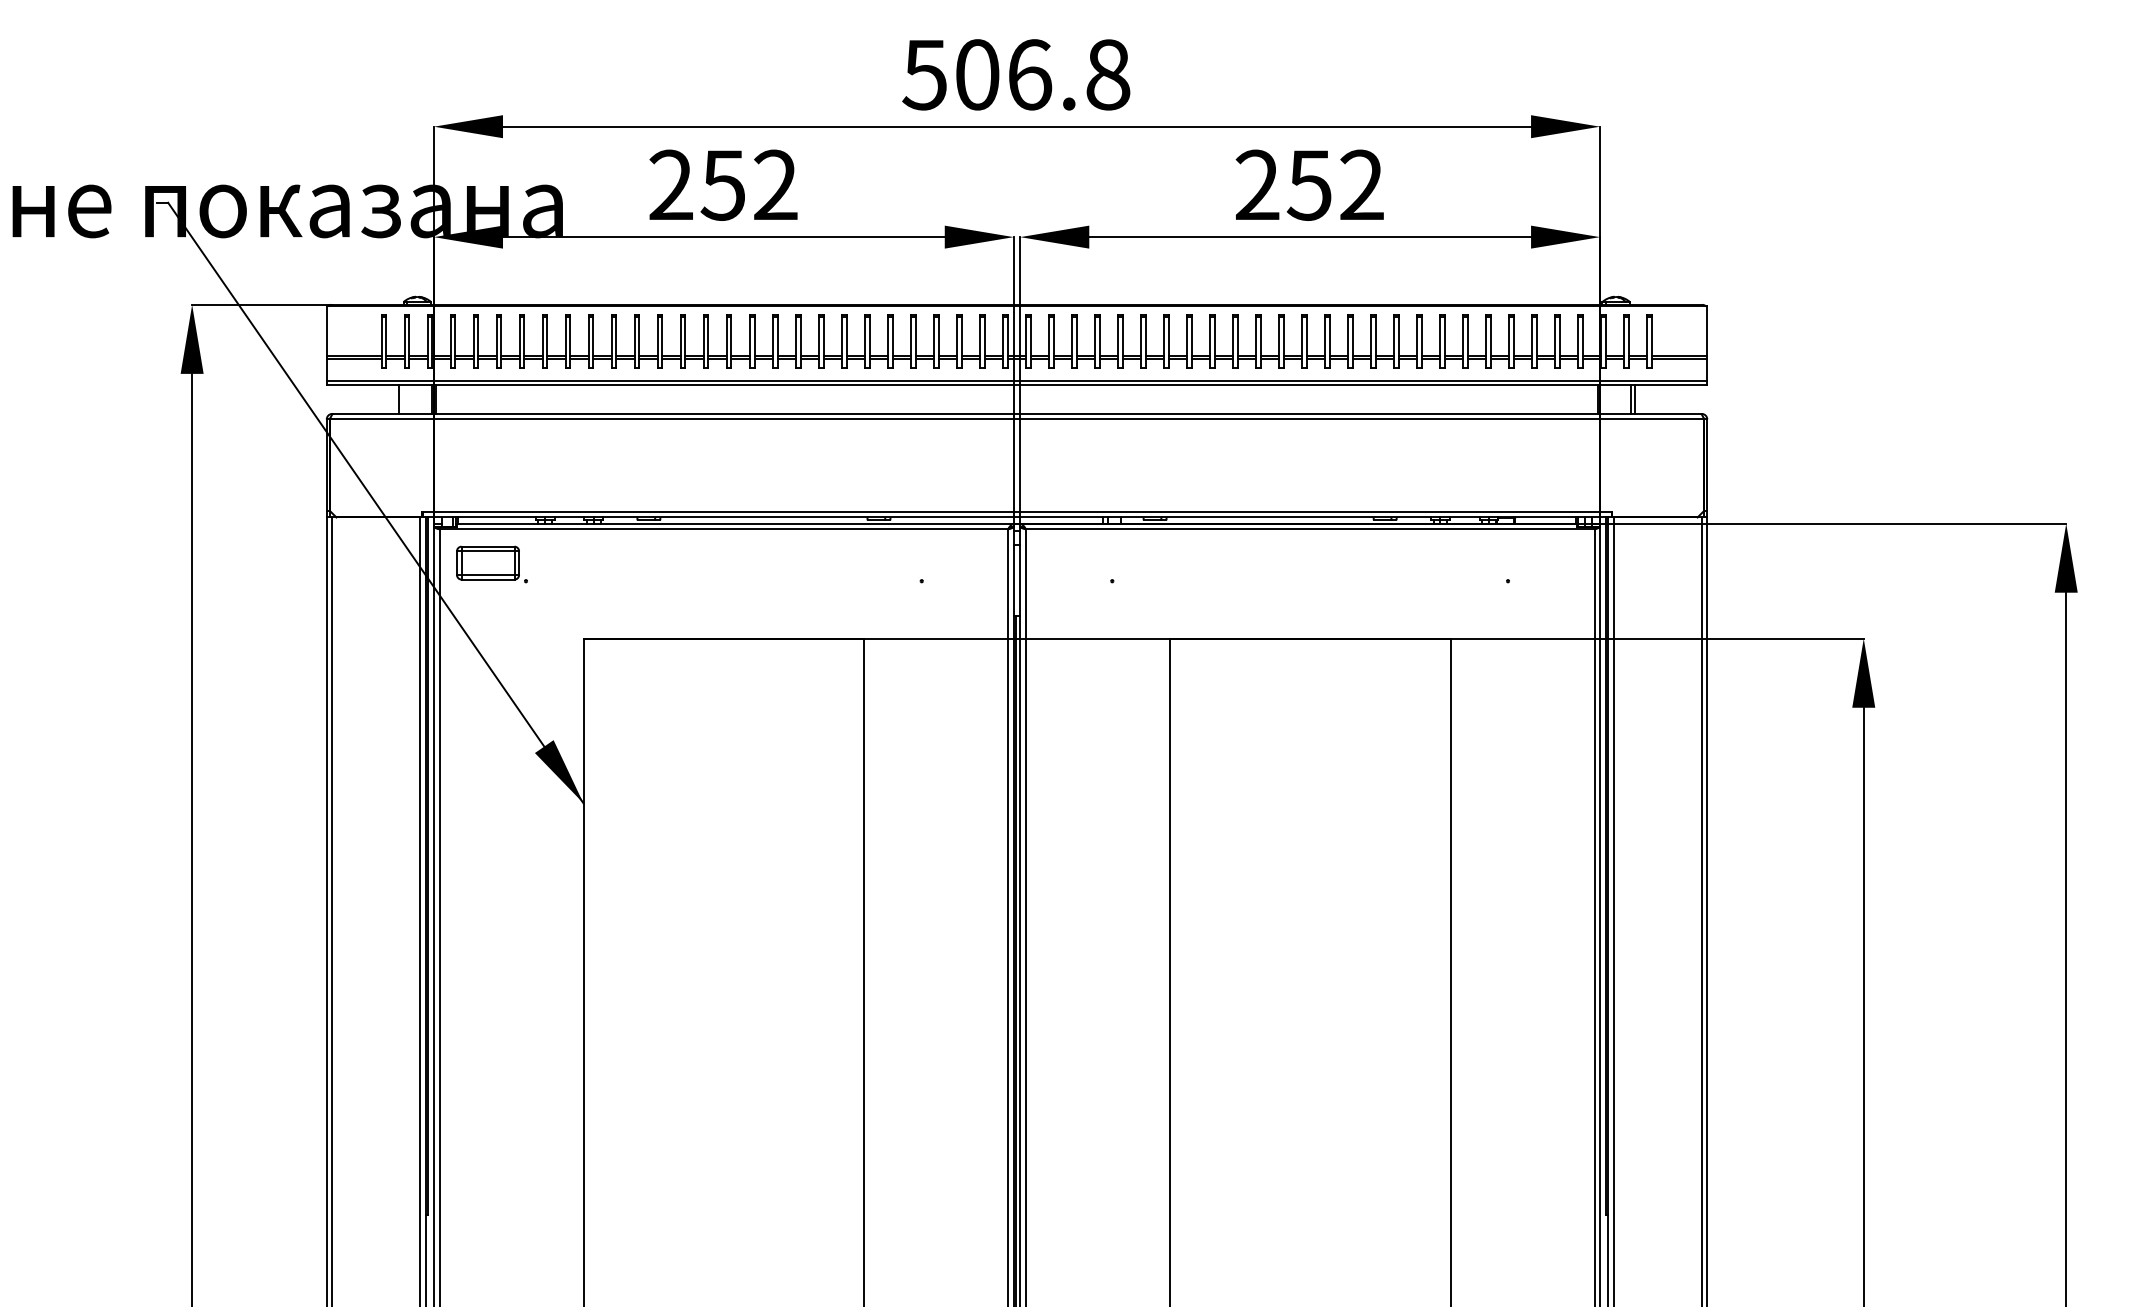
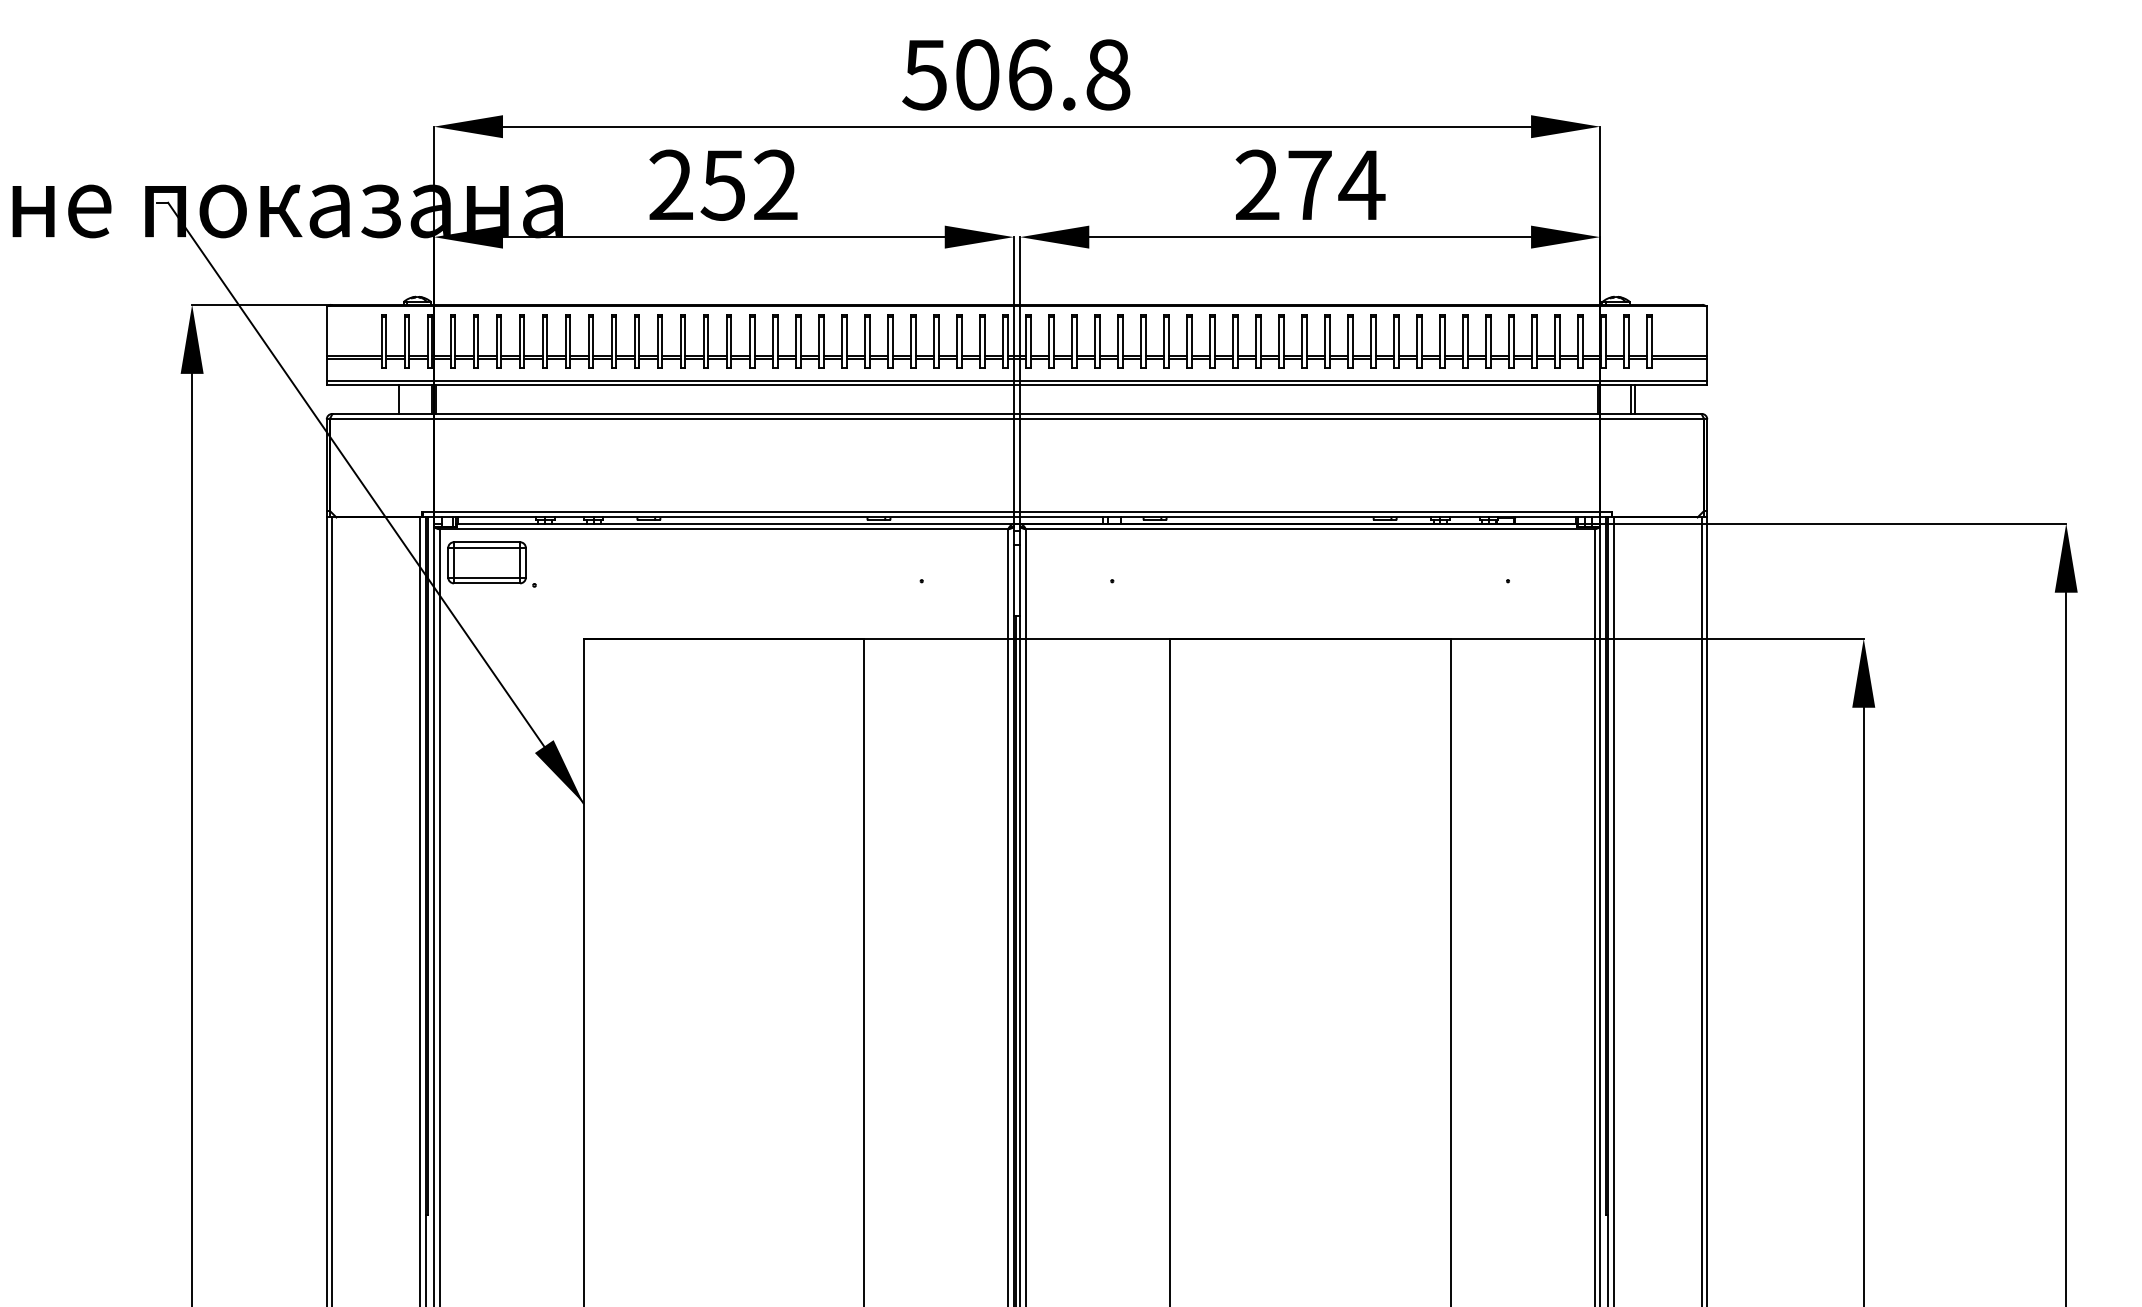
text at (1335, 184): 252 -> 274
part at (491, 564) size: 72x39 px -> 90x47 px
